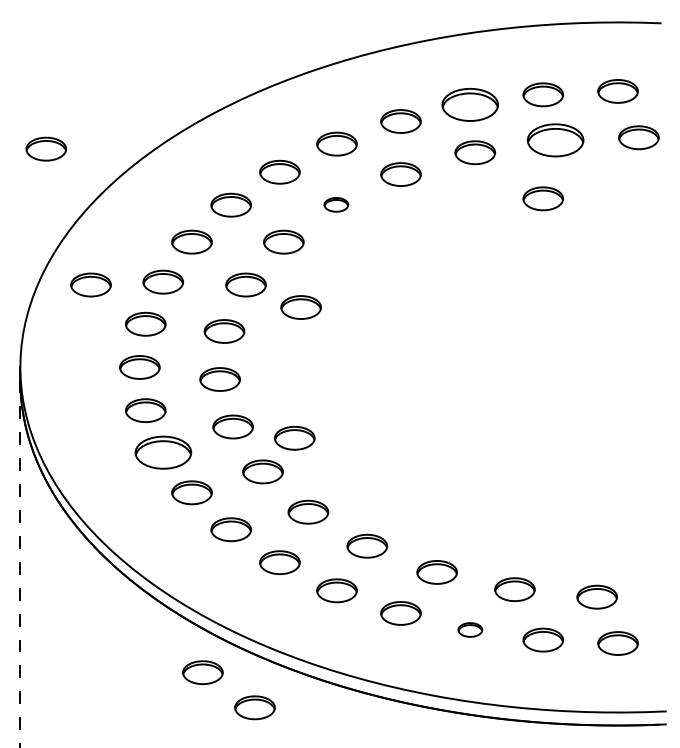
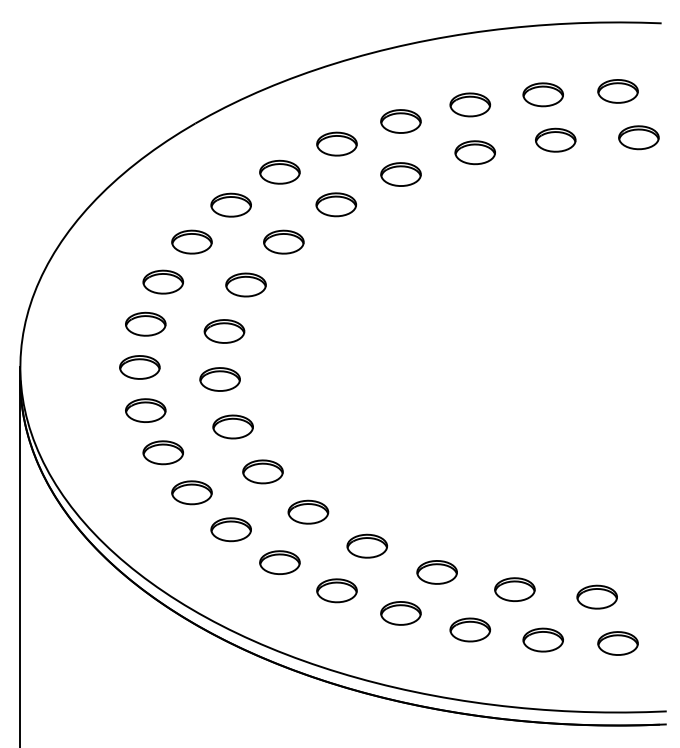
part at (469, 104) size: 58x34 px -> 43x26 px
part at (555, 140) size: 59x35 px -> 42x26 px
part at (46, 148): present -> none
part at (542, 198): present -> none
part at (336, 204) size: 27x16 px -> 43x26 px
part at (90, 284): present -> none
part at (300, 307): present -> none
part at (294, 437): present -> none
part at (163, 452) size: 59x35 px -> 42x26 px
line at (20, 564): dashed -> solid
part at (470, 629) size: 27x16 px -> 43x26 px
part at (202, 672): present -> none
part at (254, 707): present -> none
